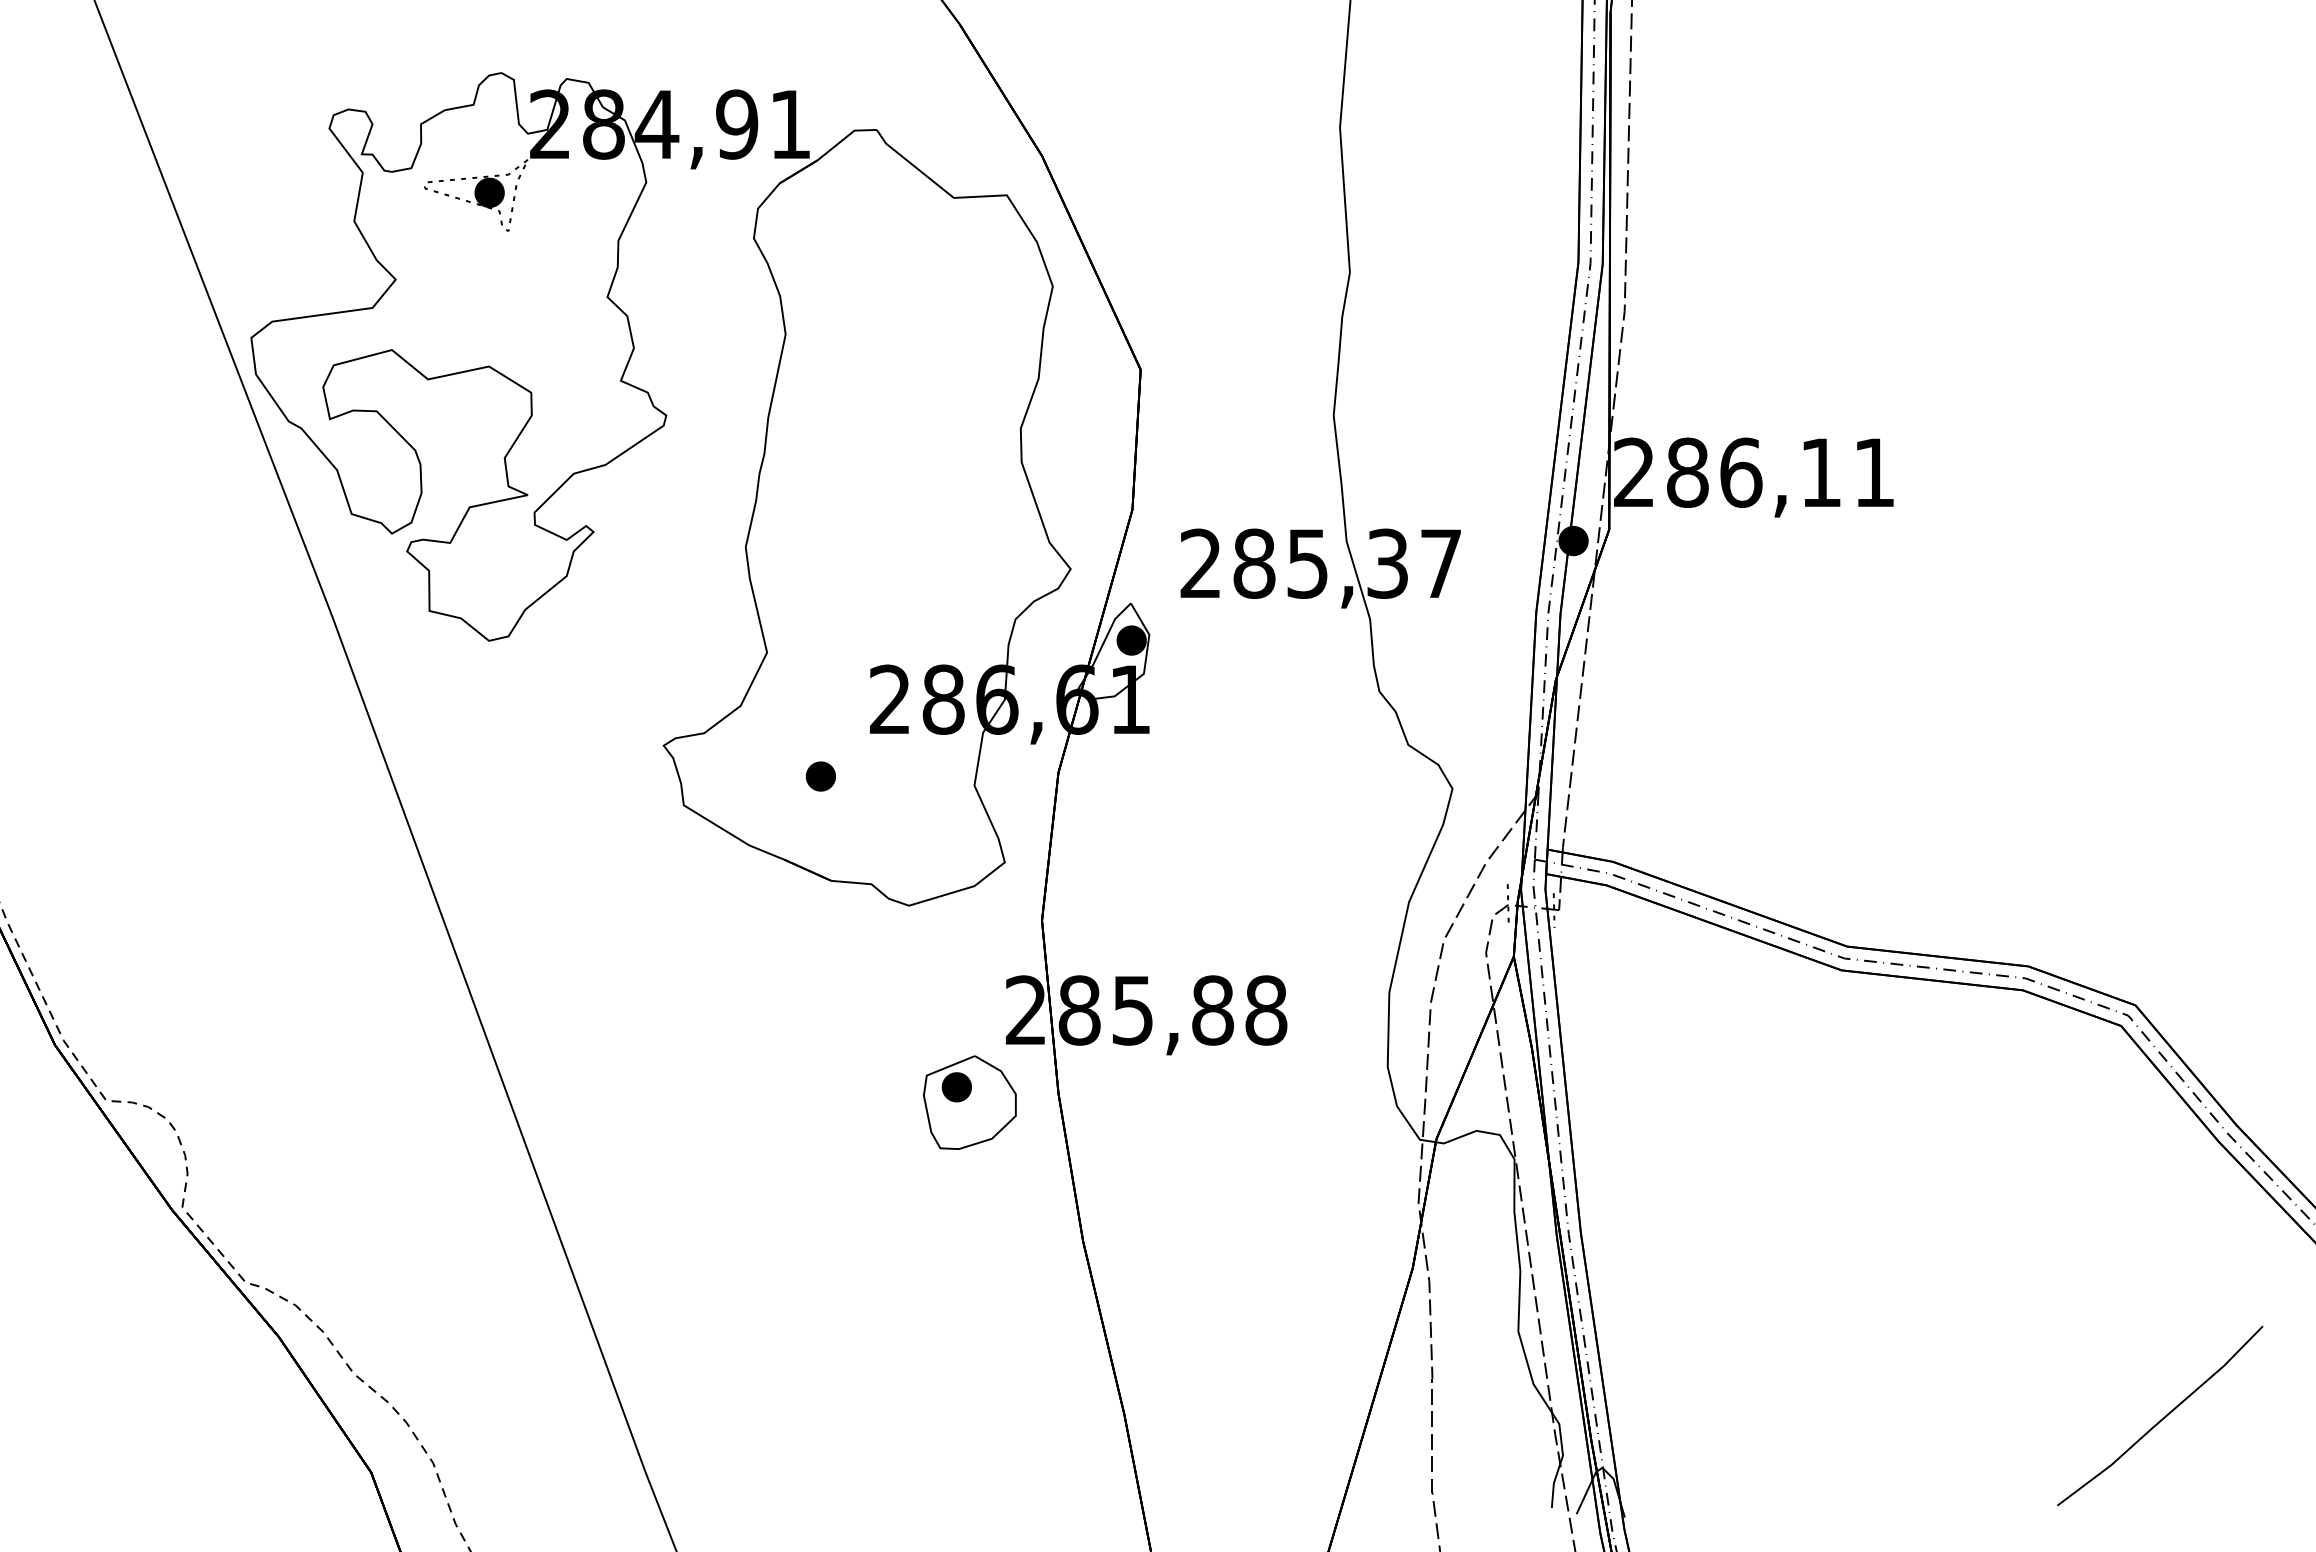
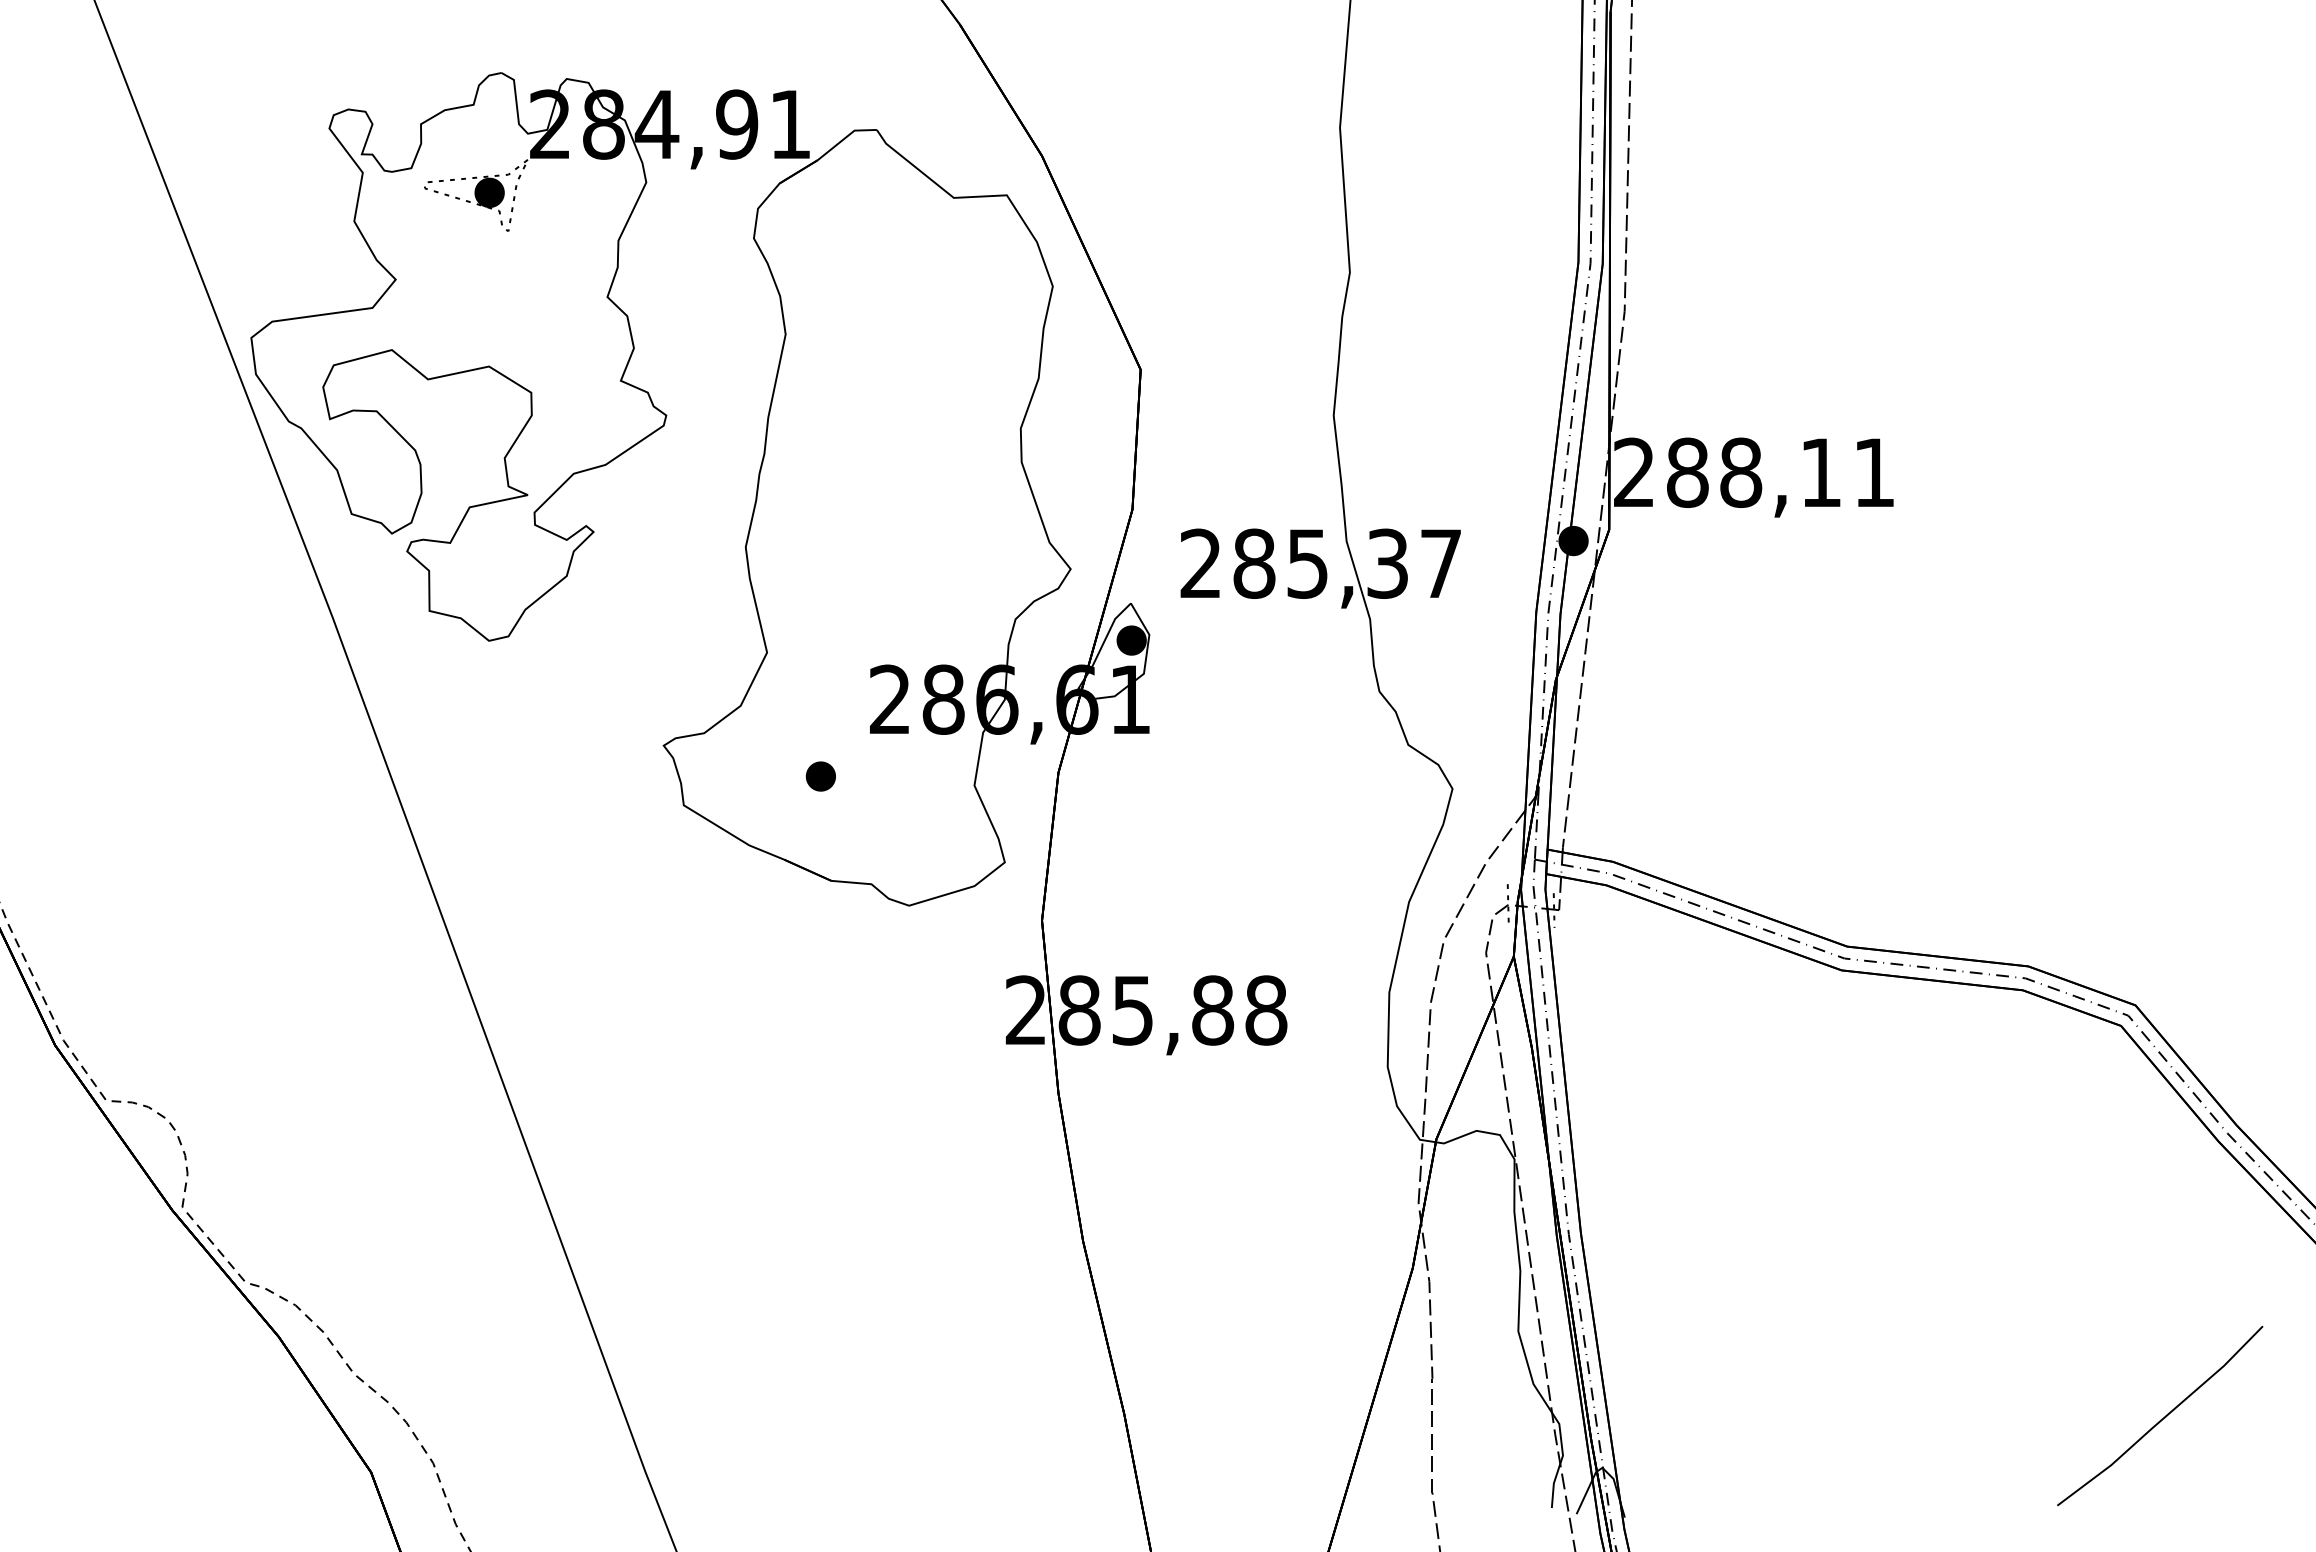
text at (1741, 472): 286,11 -> 288,11
part at (969, 1102): present -> none
